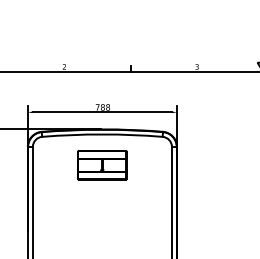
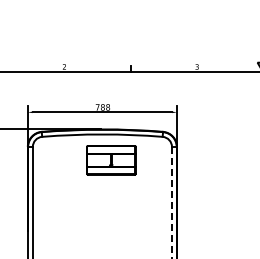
part at (102, 165) position: (102, 165) -> (111, 160)
line at (171, 202): solid -> dashed
